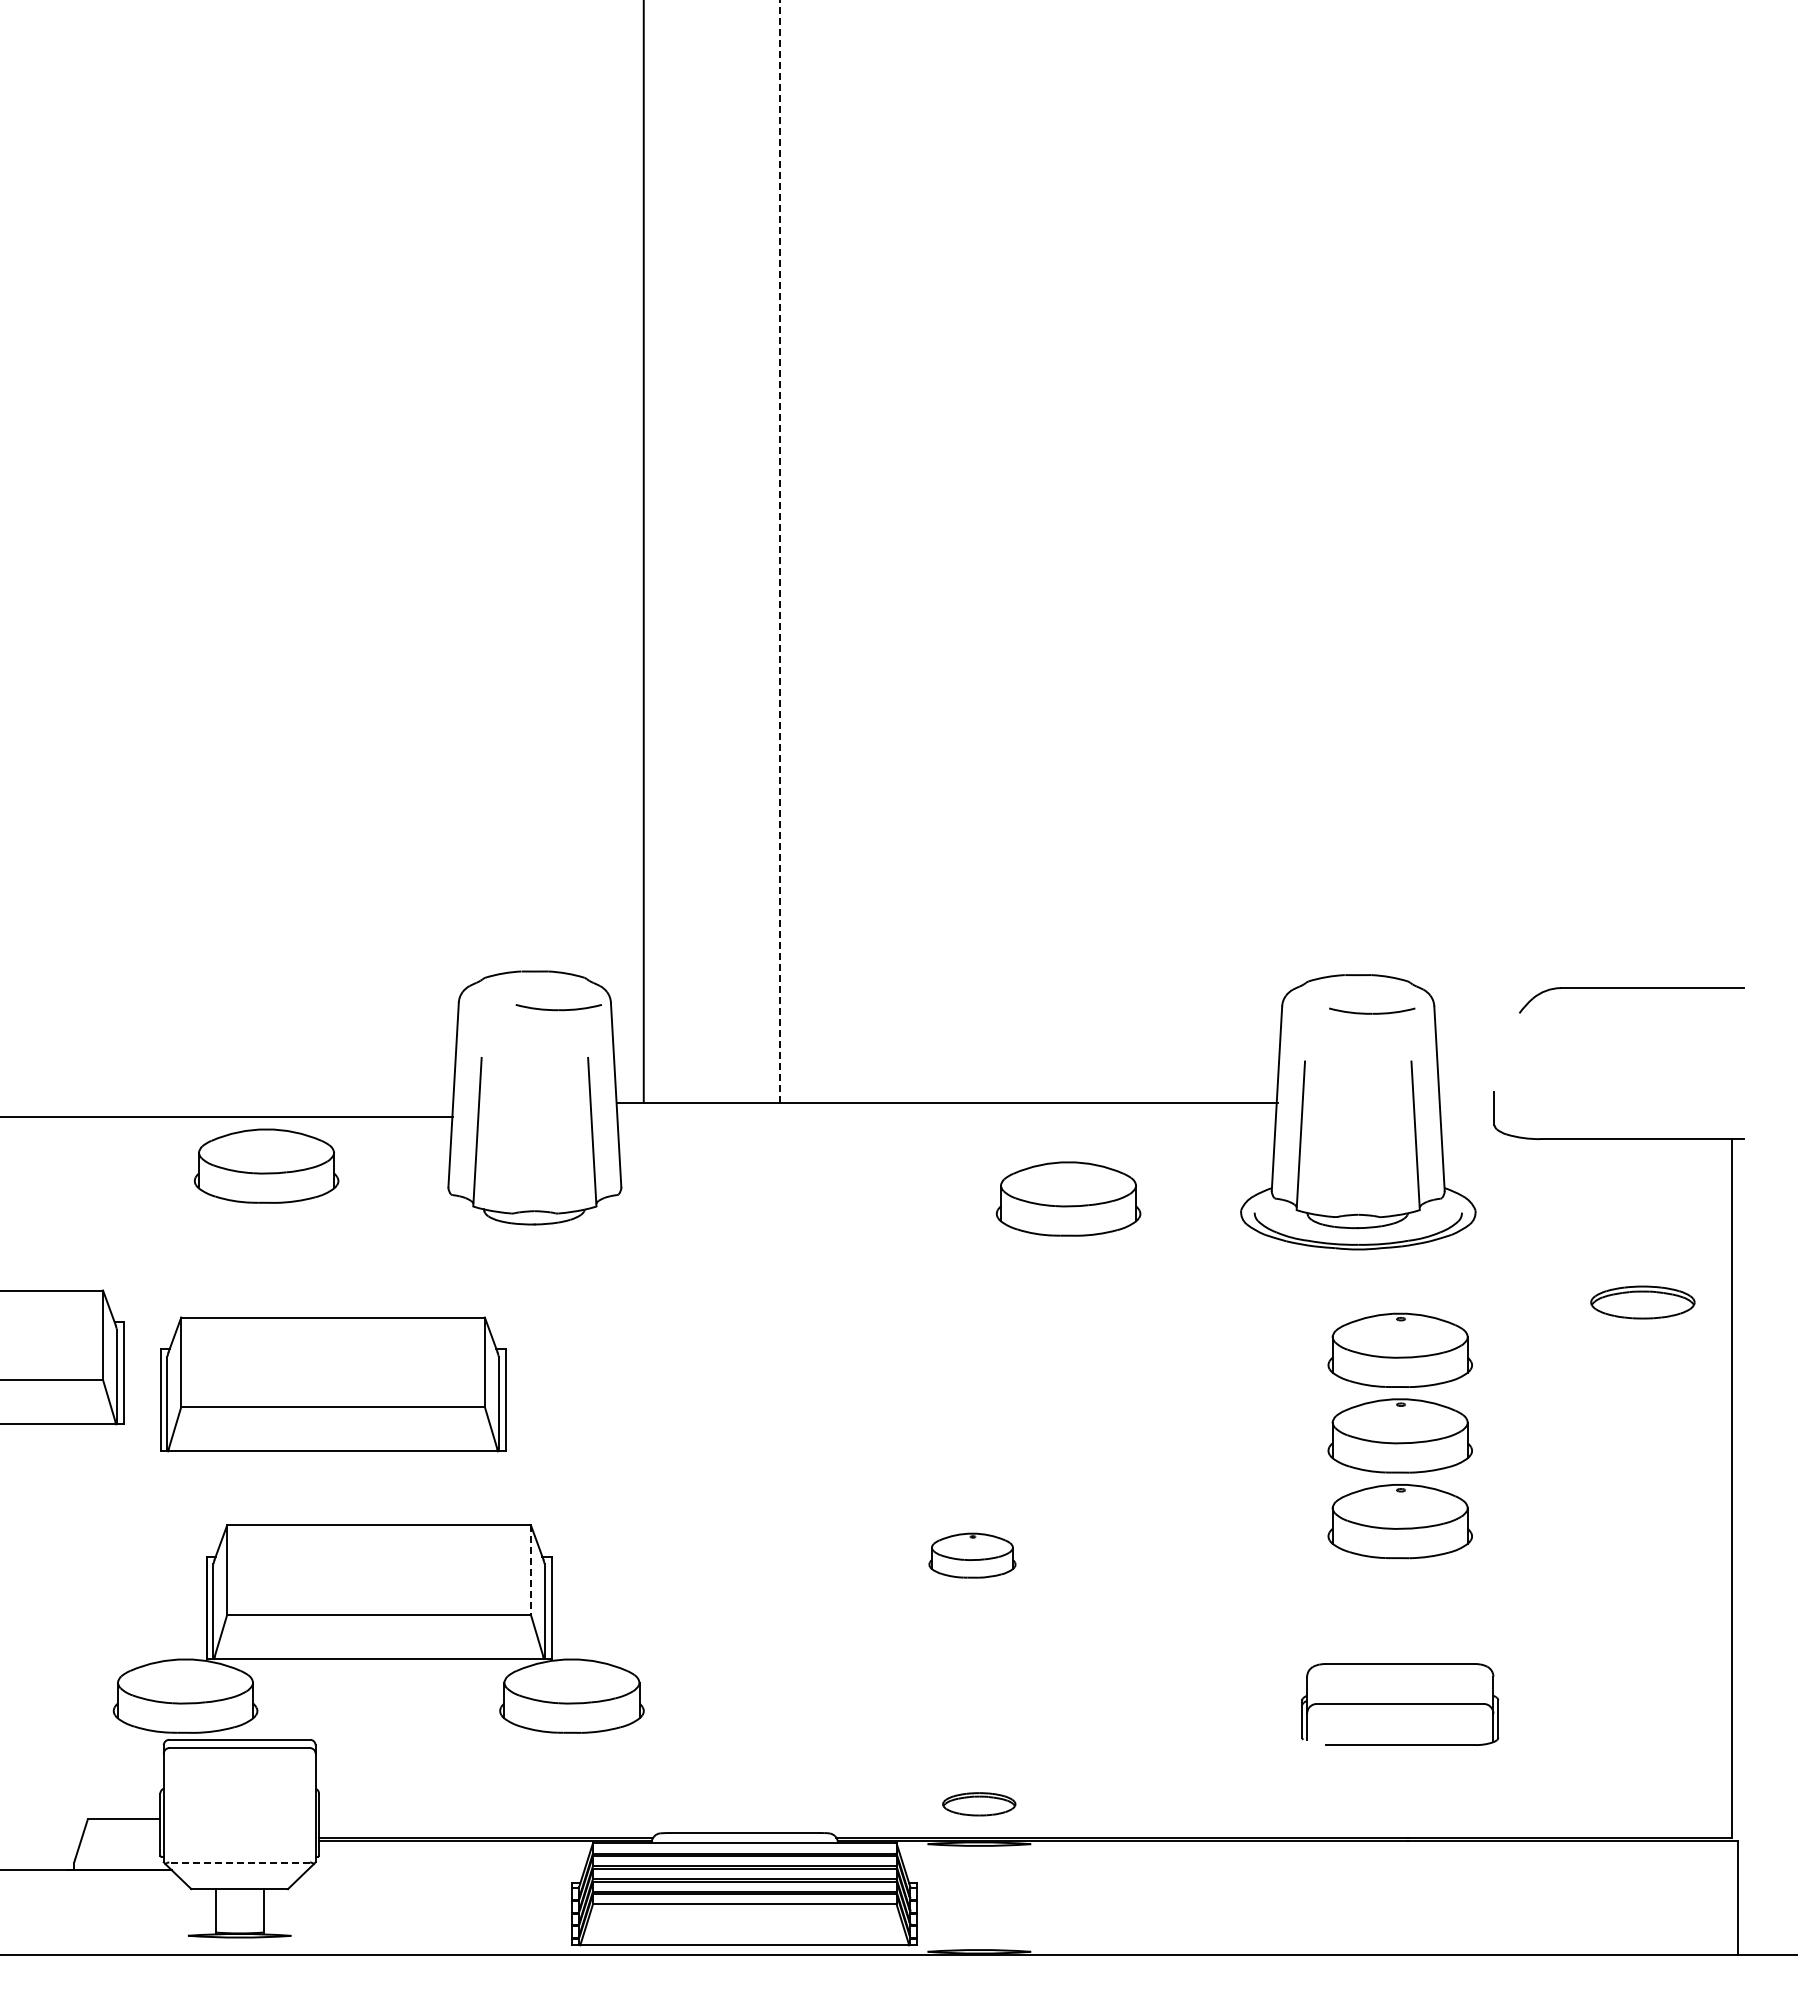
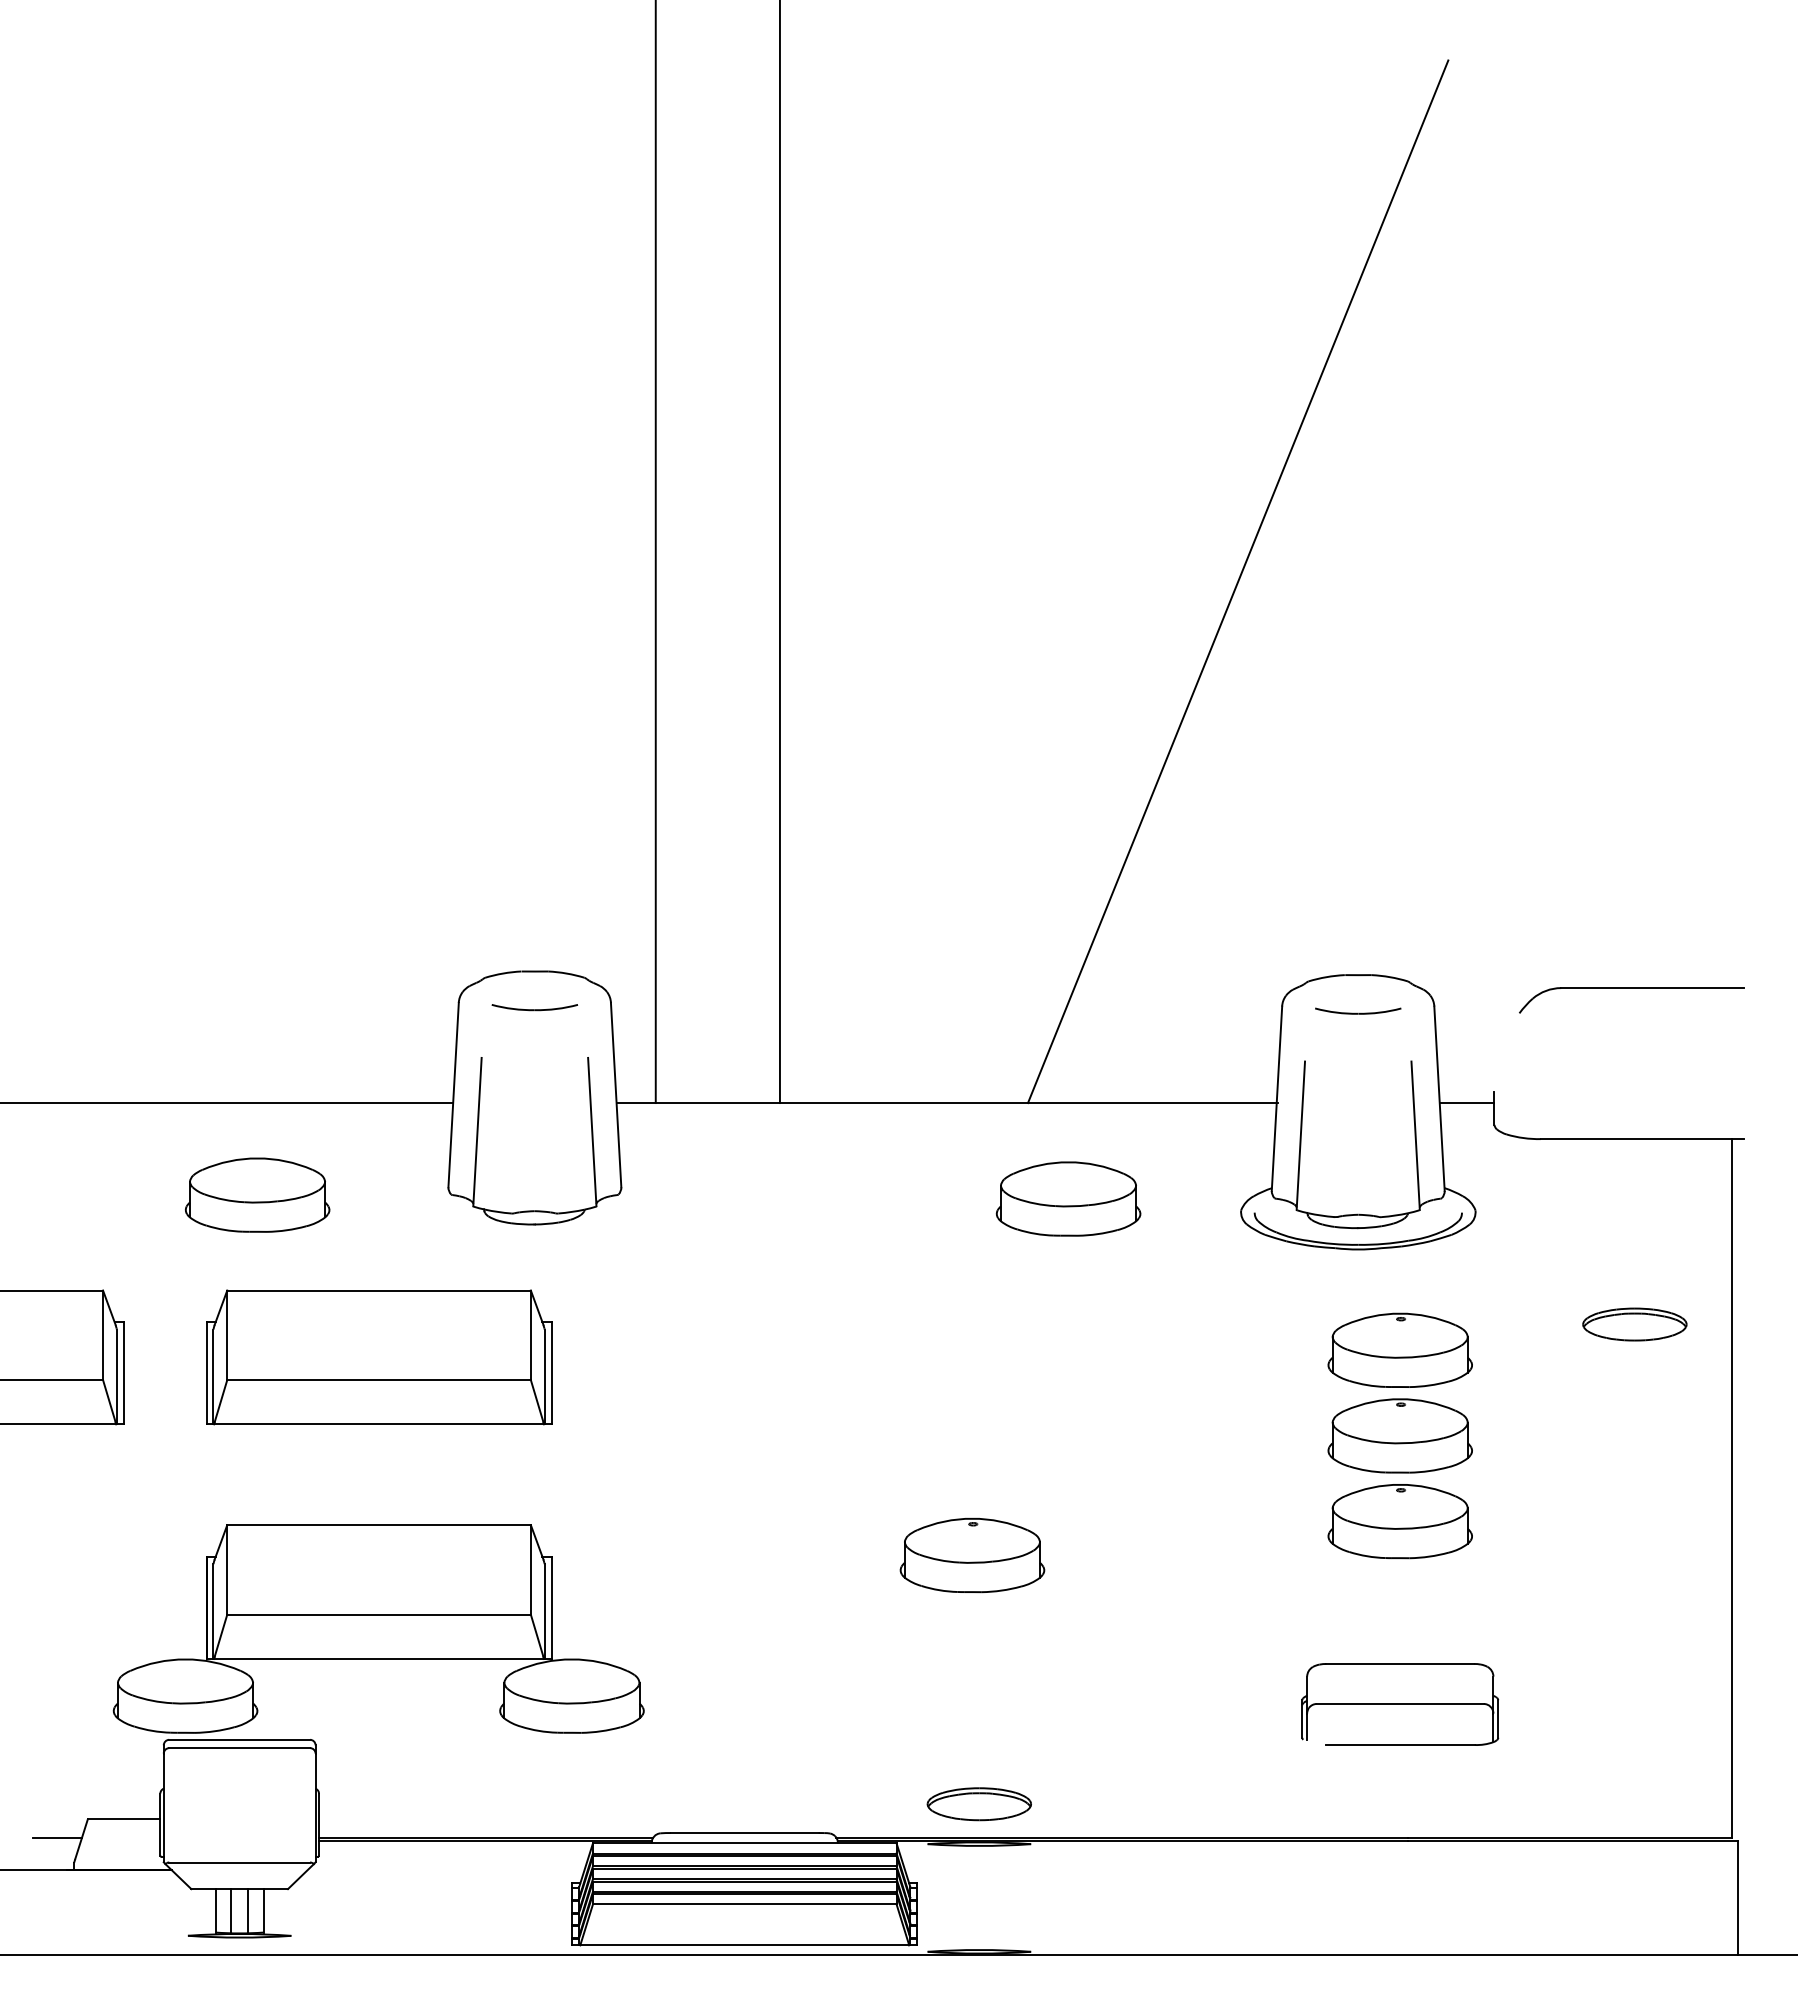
line at (779, 551): dashed -> solid
line at (643, 552) position: (643, 552) -> (655, 552)
line at (1238, 581): none -> present
part at (558, 1007) position: (558, 1007) -> (534, 1007)
part at (1372, 1010) position: (1372, 1010) -> (1358, 1010)
line at (1467, 1103): none -> present
line at (227, 1117) position: (227, 1117) -> (227, 1103)
part at (266, 1165) position: (266, 1165) -> (257, 1194)
part at (1642, 1302) position: (1642, 1302) -> (1634, 1324)
part at (333, 1384) position: (333, 1384) -> (379, 1357)
part at (972, 1555) size: 89x47 px -> 147x76 px
line at (530, 1569): dashed -> solid
part at (979, 1804) size: 75x25 px -> 106x35 px
line at (57, 1837): none -> present
line at (239, 1862): dashed -> solid
line at (231, 1911): none -> present
line at (247, 1911): none -> present
